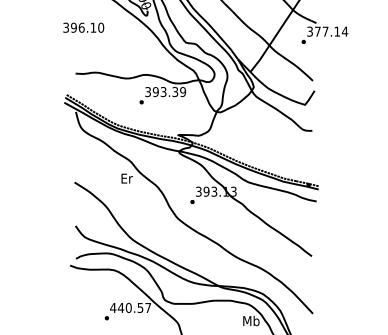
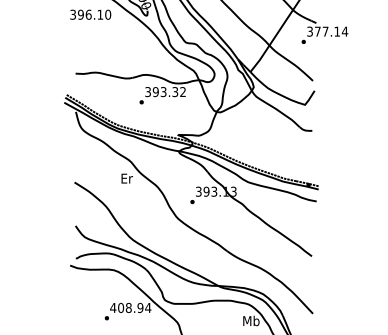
text at (83, 27) position: (83, 27) -> (90, 14)
text at (183, 92): 393.39 -> 393.32
text at (134, 307): 440.57 -> 408.94
